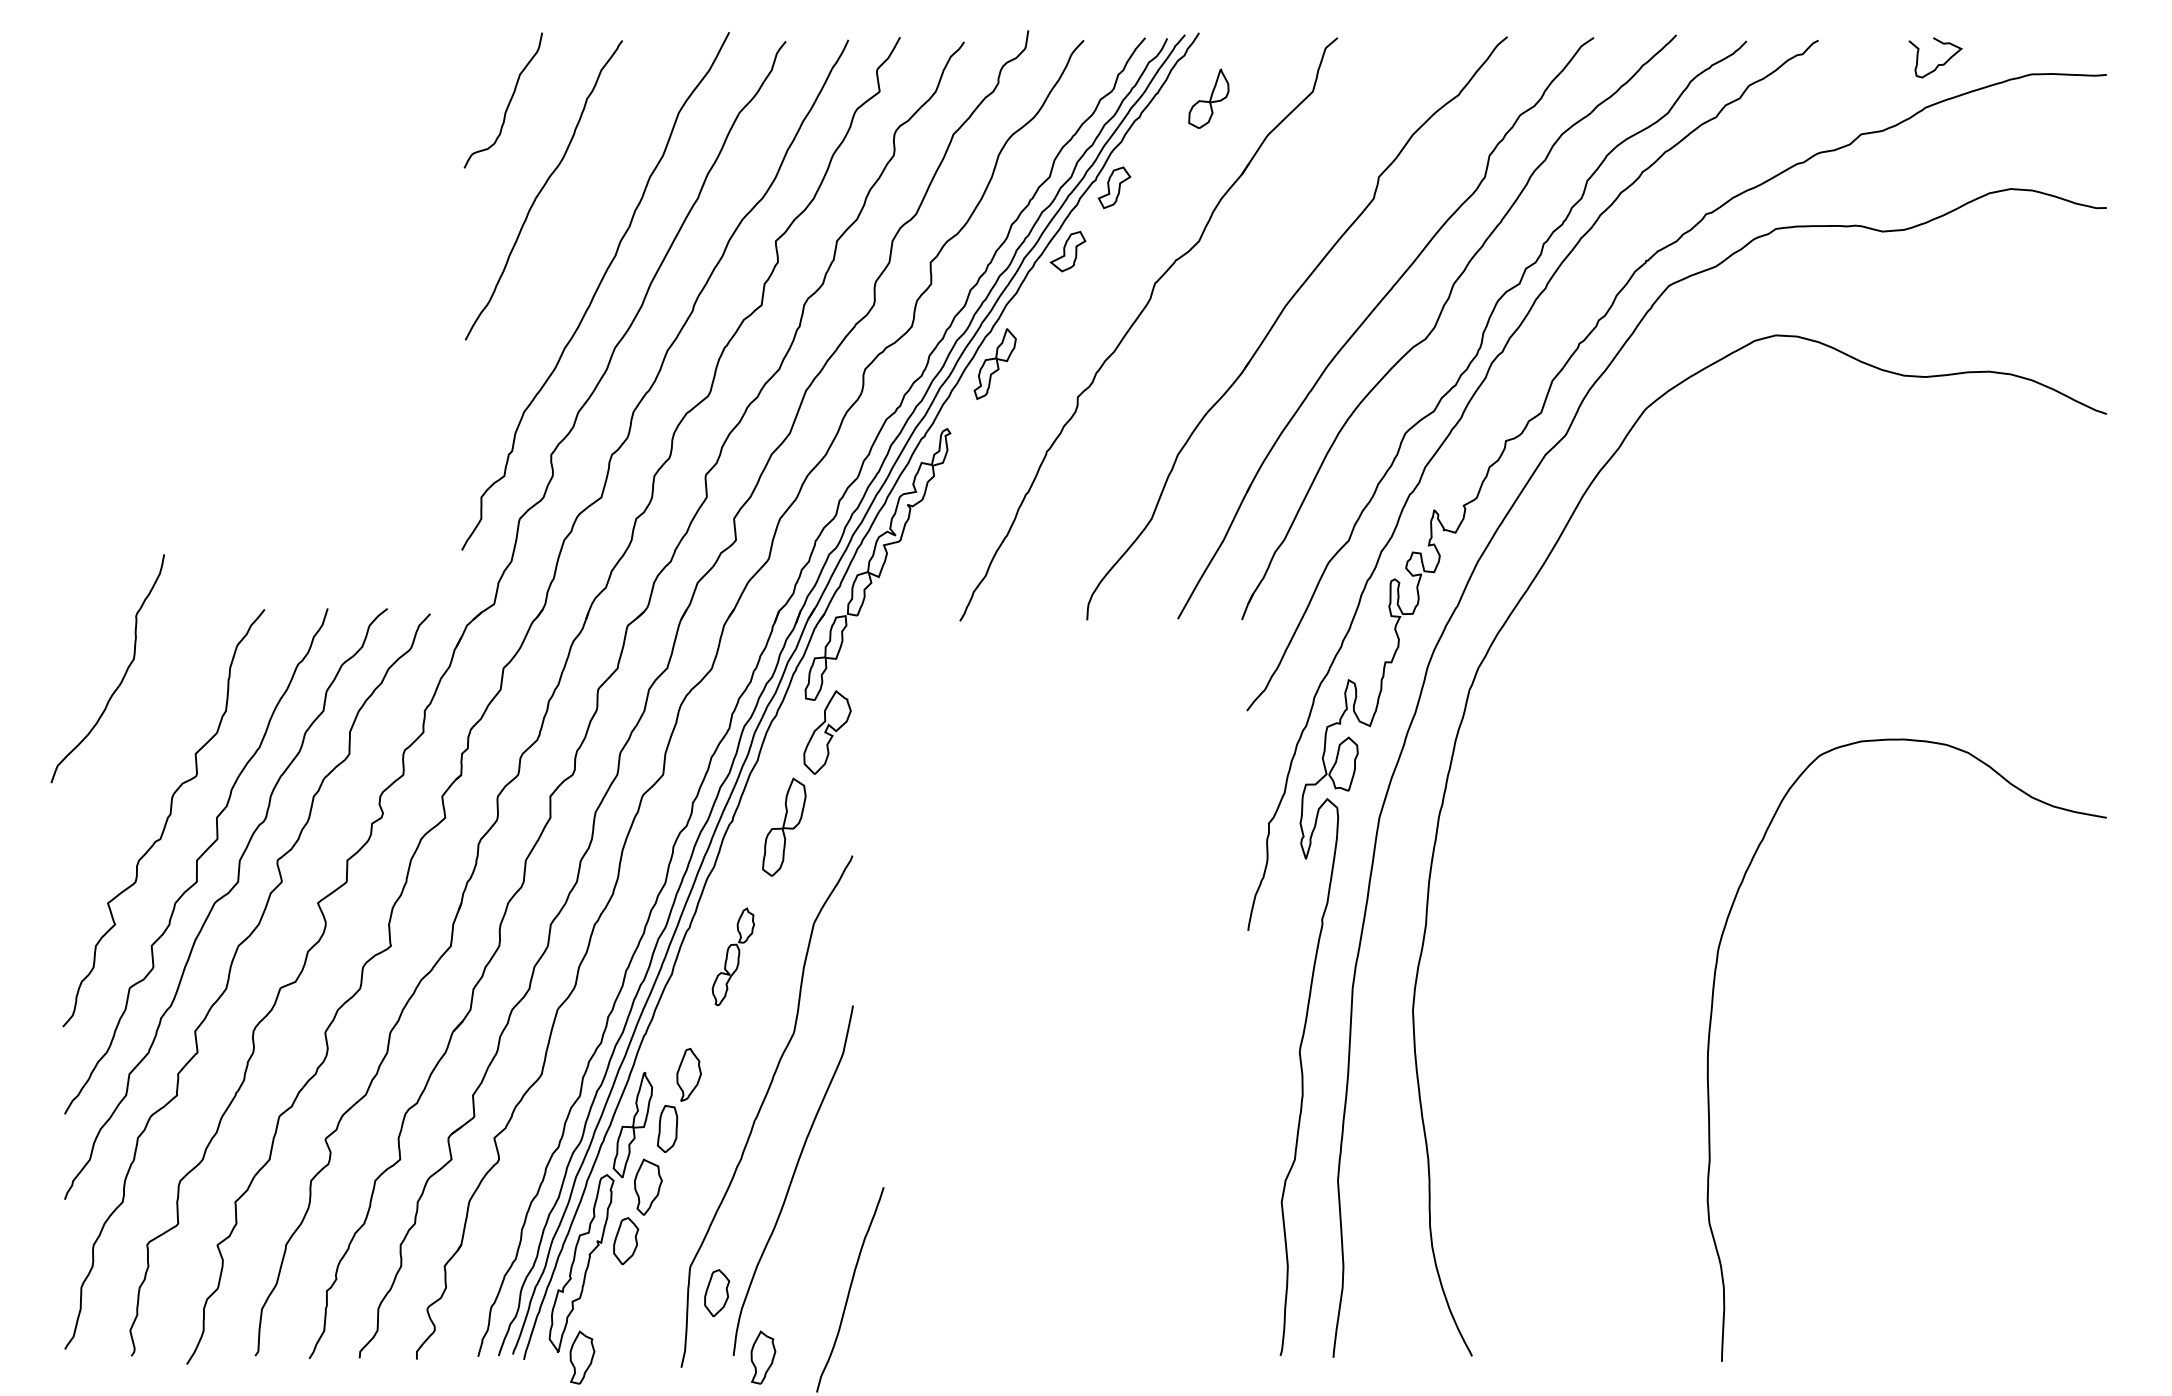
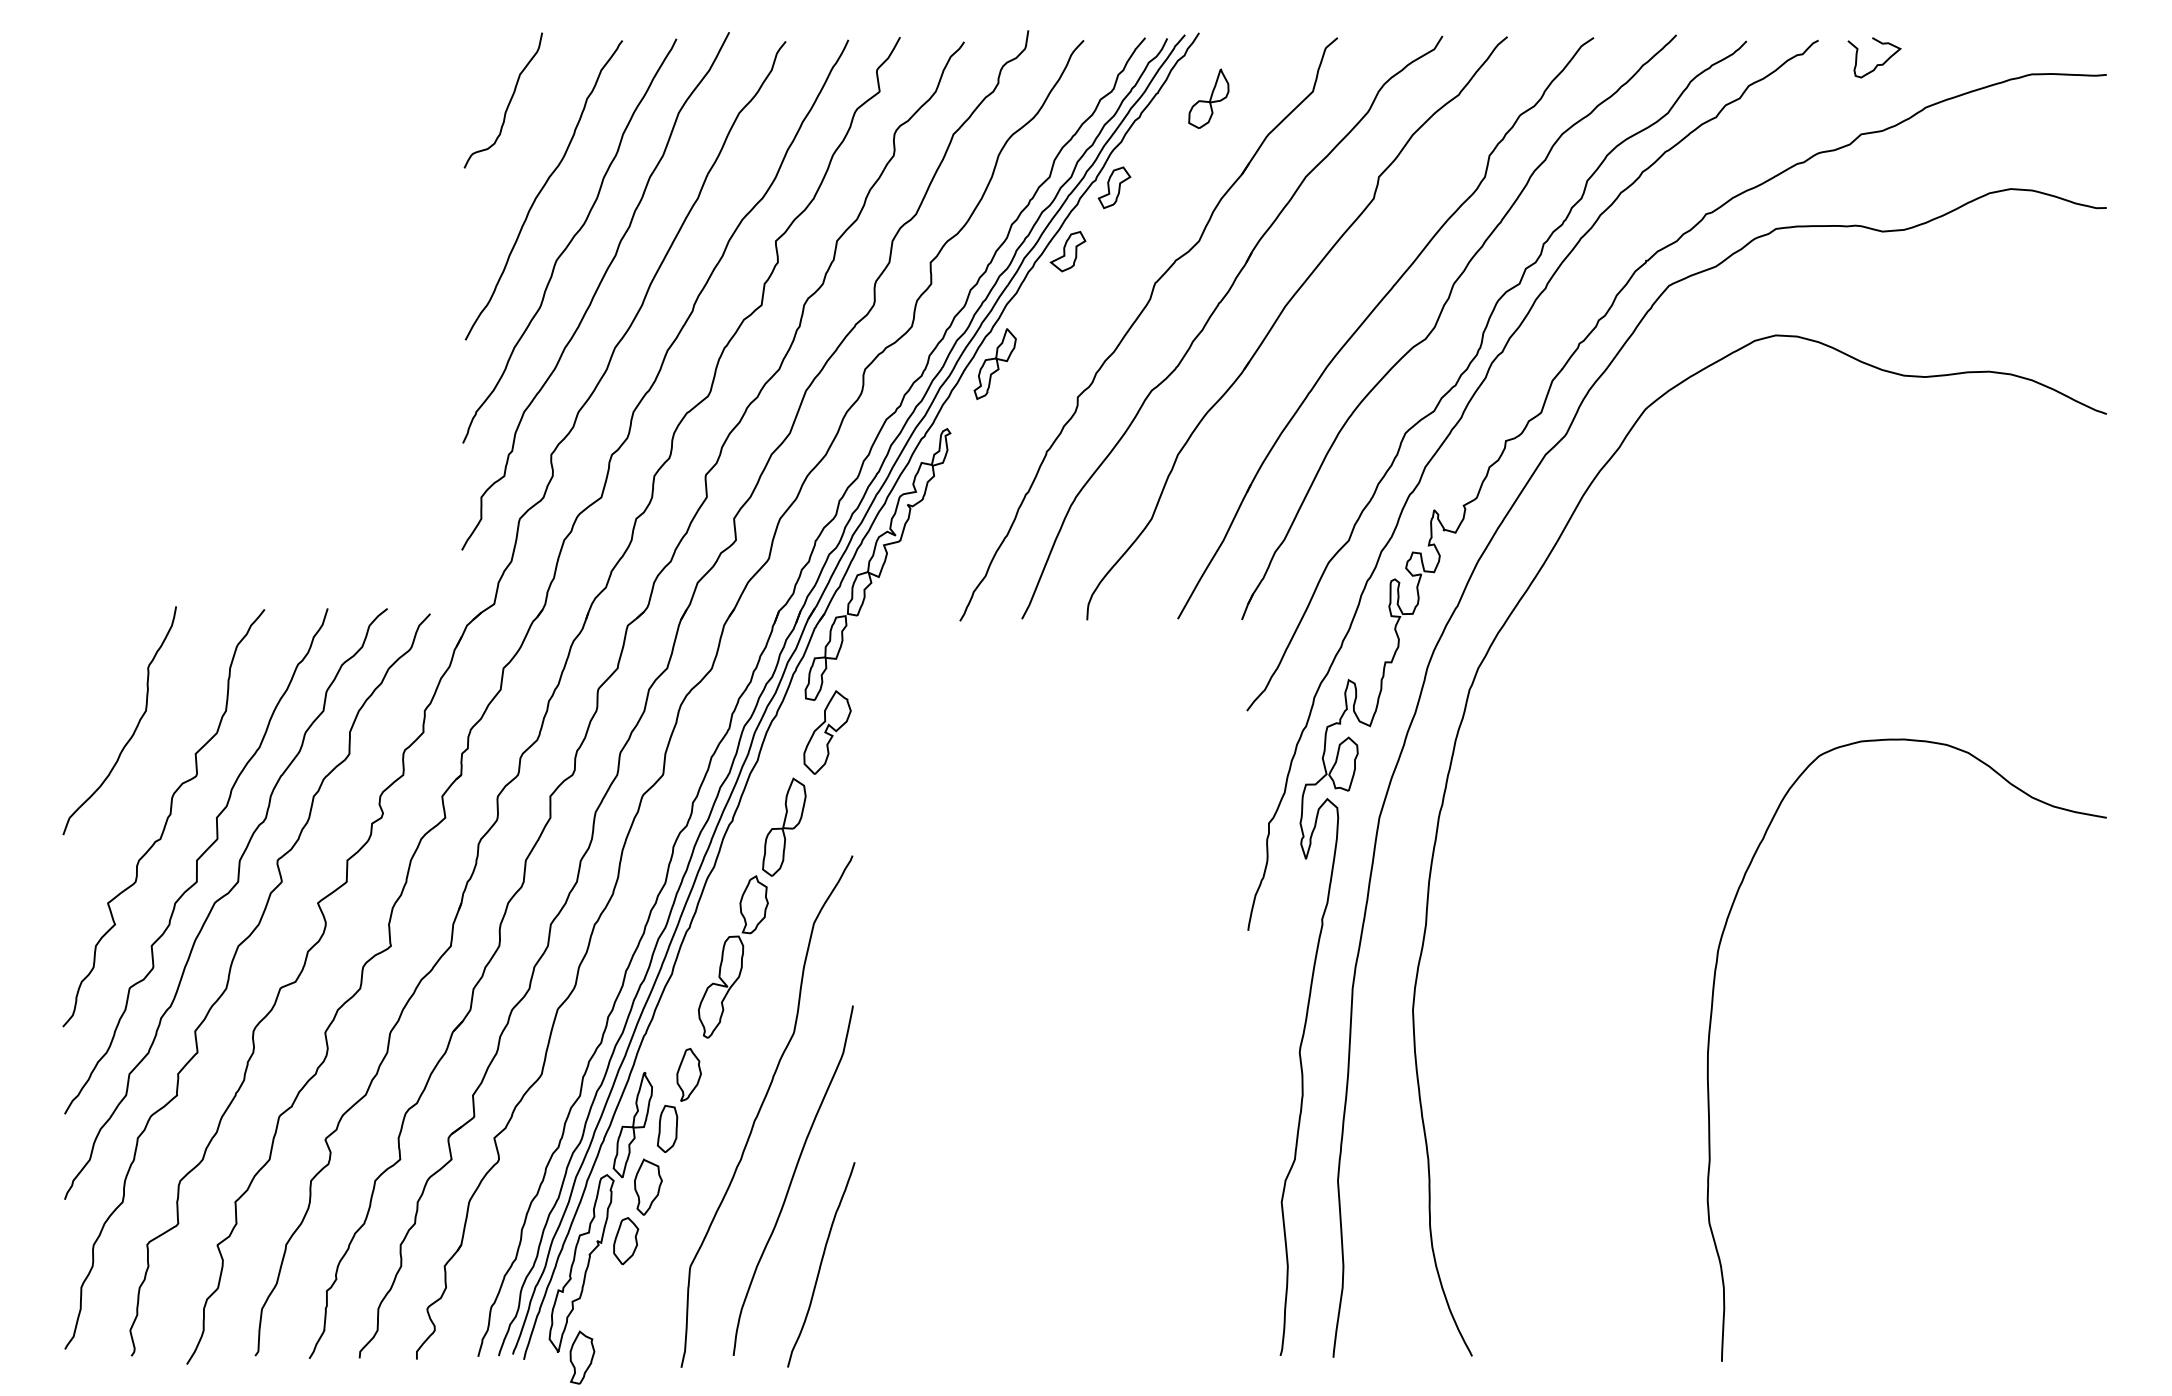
curve at (1937, 64) position: (1937, 64) -> (1876, 64)
curve at (570, 240): none -> present
part at (1212, 315): none -> present
curve at (123, 675) position: (123, 675) -> (135, 727)
part at (733, 956) size: 45x100 px -> 71x164 px
curve at (850, 1289) position: (850, 1289) -> (821, 1264)
part at (717, 1293): present -> none
part at (763, 1357): present -> none
